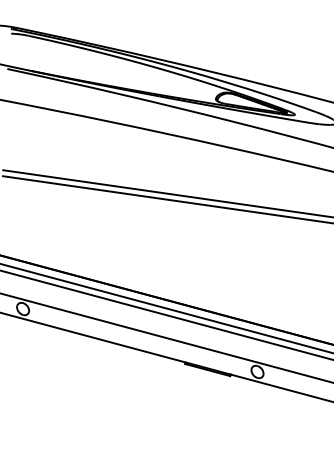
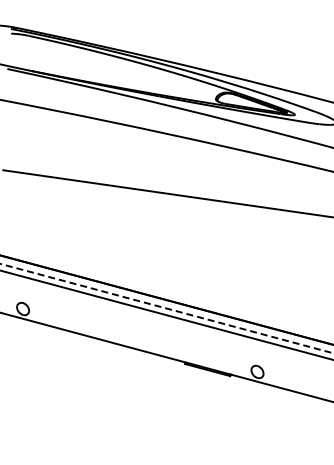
line at (166, 199): present -> none
line at (166, 308): solid -> dashed
line at (166, 338): present -> none
